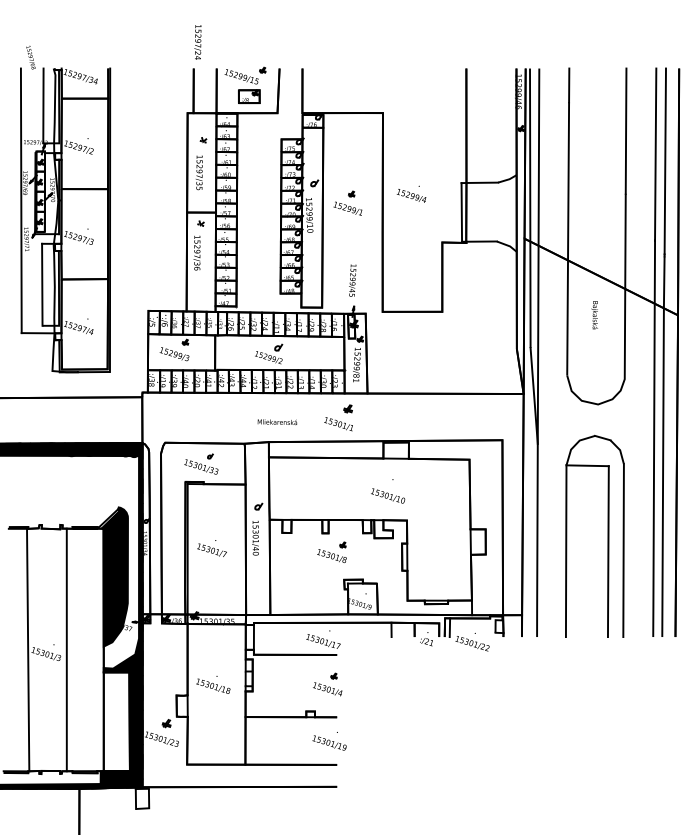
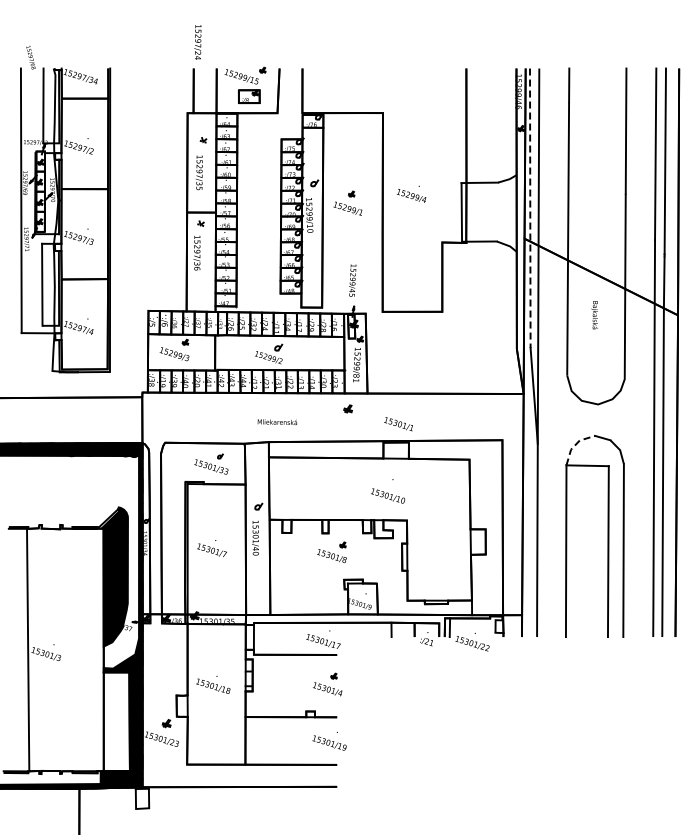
line at (530, 208): solid -> dashed
text at (338, 424) position: (338, 424) -> (398, 424)
line at (575, 444): solid -> dashed
part at (201, 463) position: (201, 463) -> (211, 463)
line at (66, 649): present -> none
